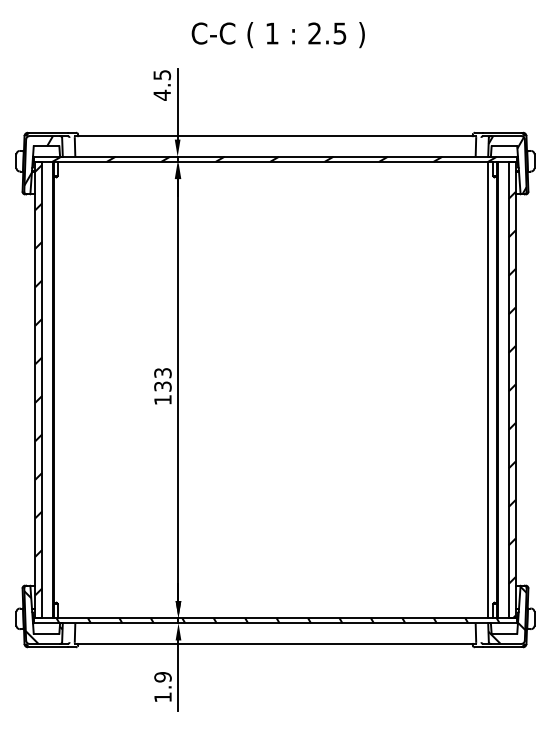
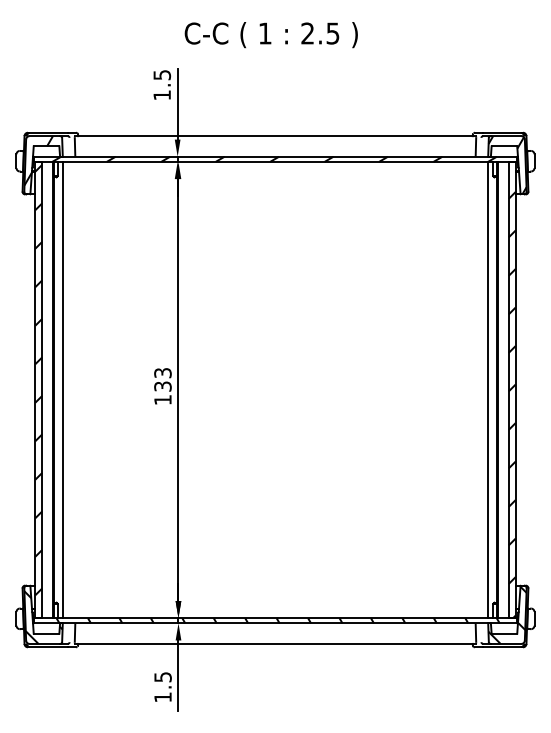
text at (277, 35) position: (277, 35) -> (270, 35)
text at (161, 94): 4.5 -> 1.5
line at (62, 389): none -> present
text at (162, 677): 1.9 -> 1.5
